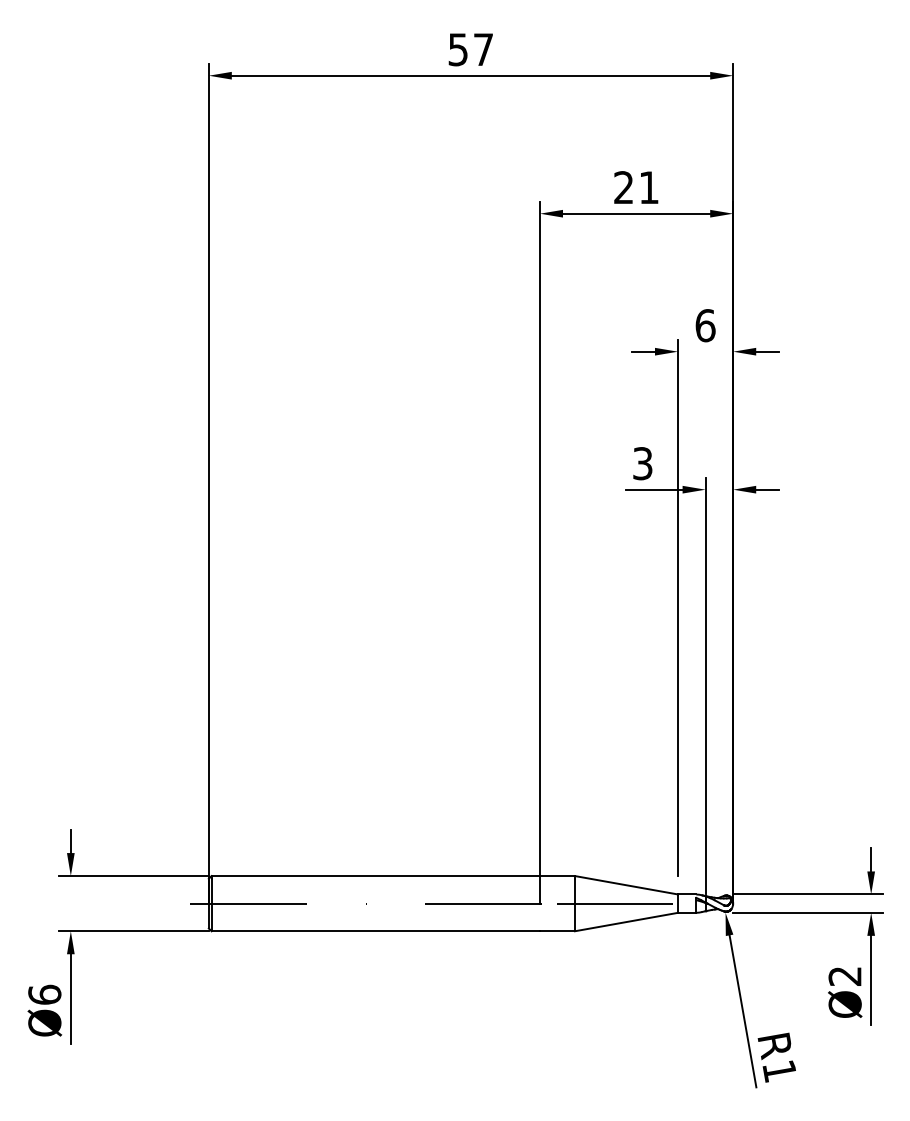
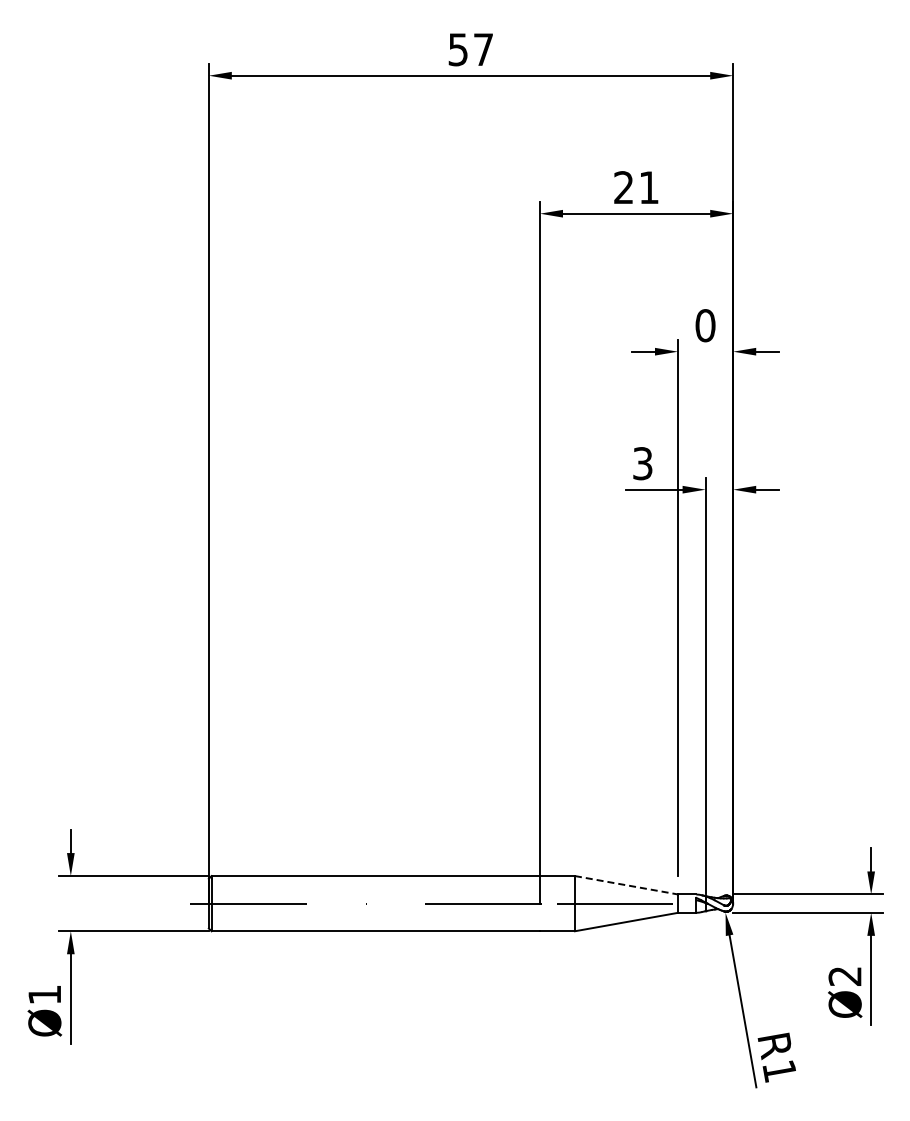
text at (705, 325): 6 -> 0
line at (626, 885): solid -> dashed
text at (44, 994): Ø6 -> Ø1
